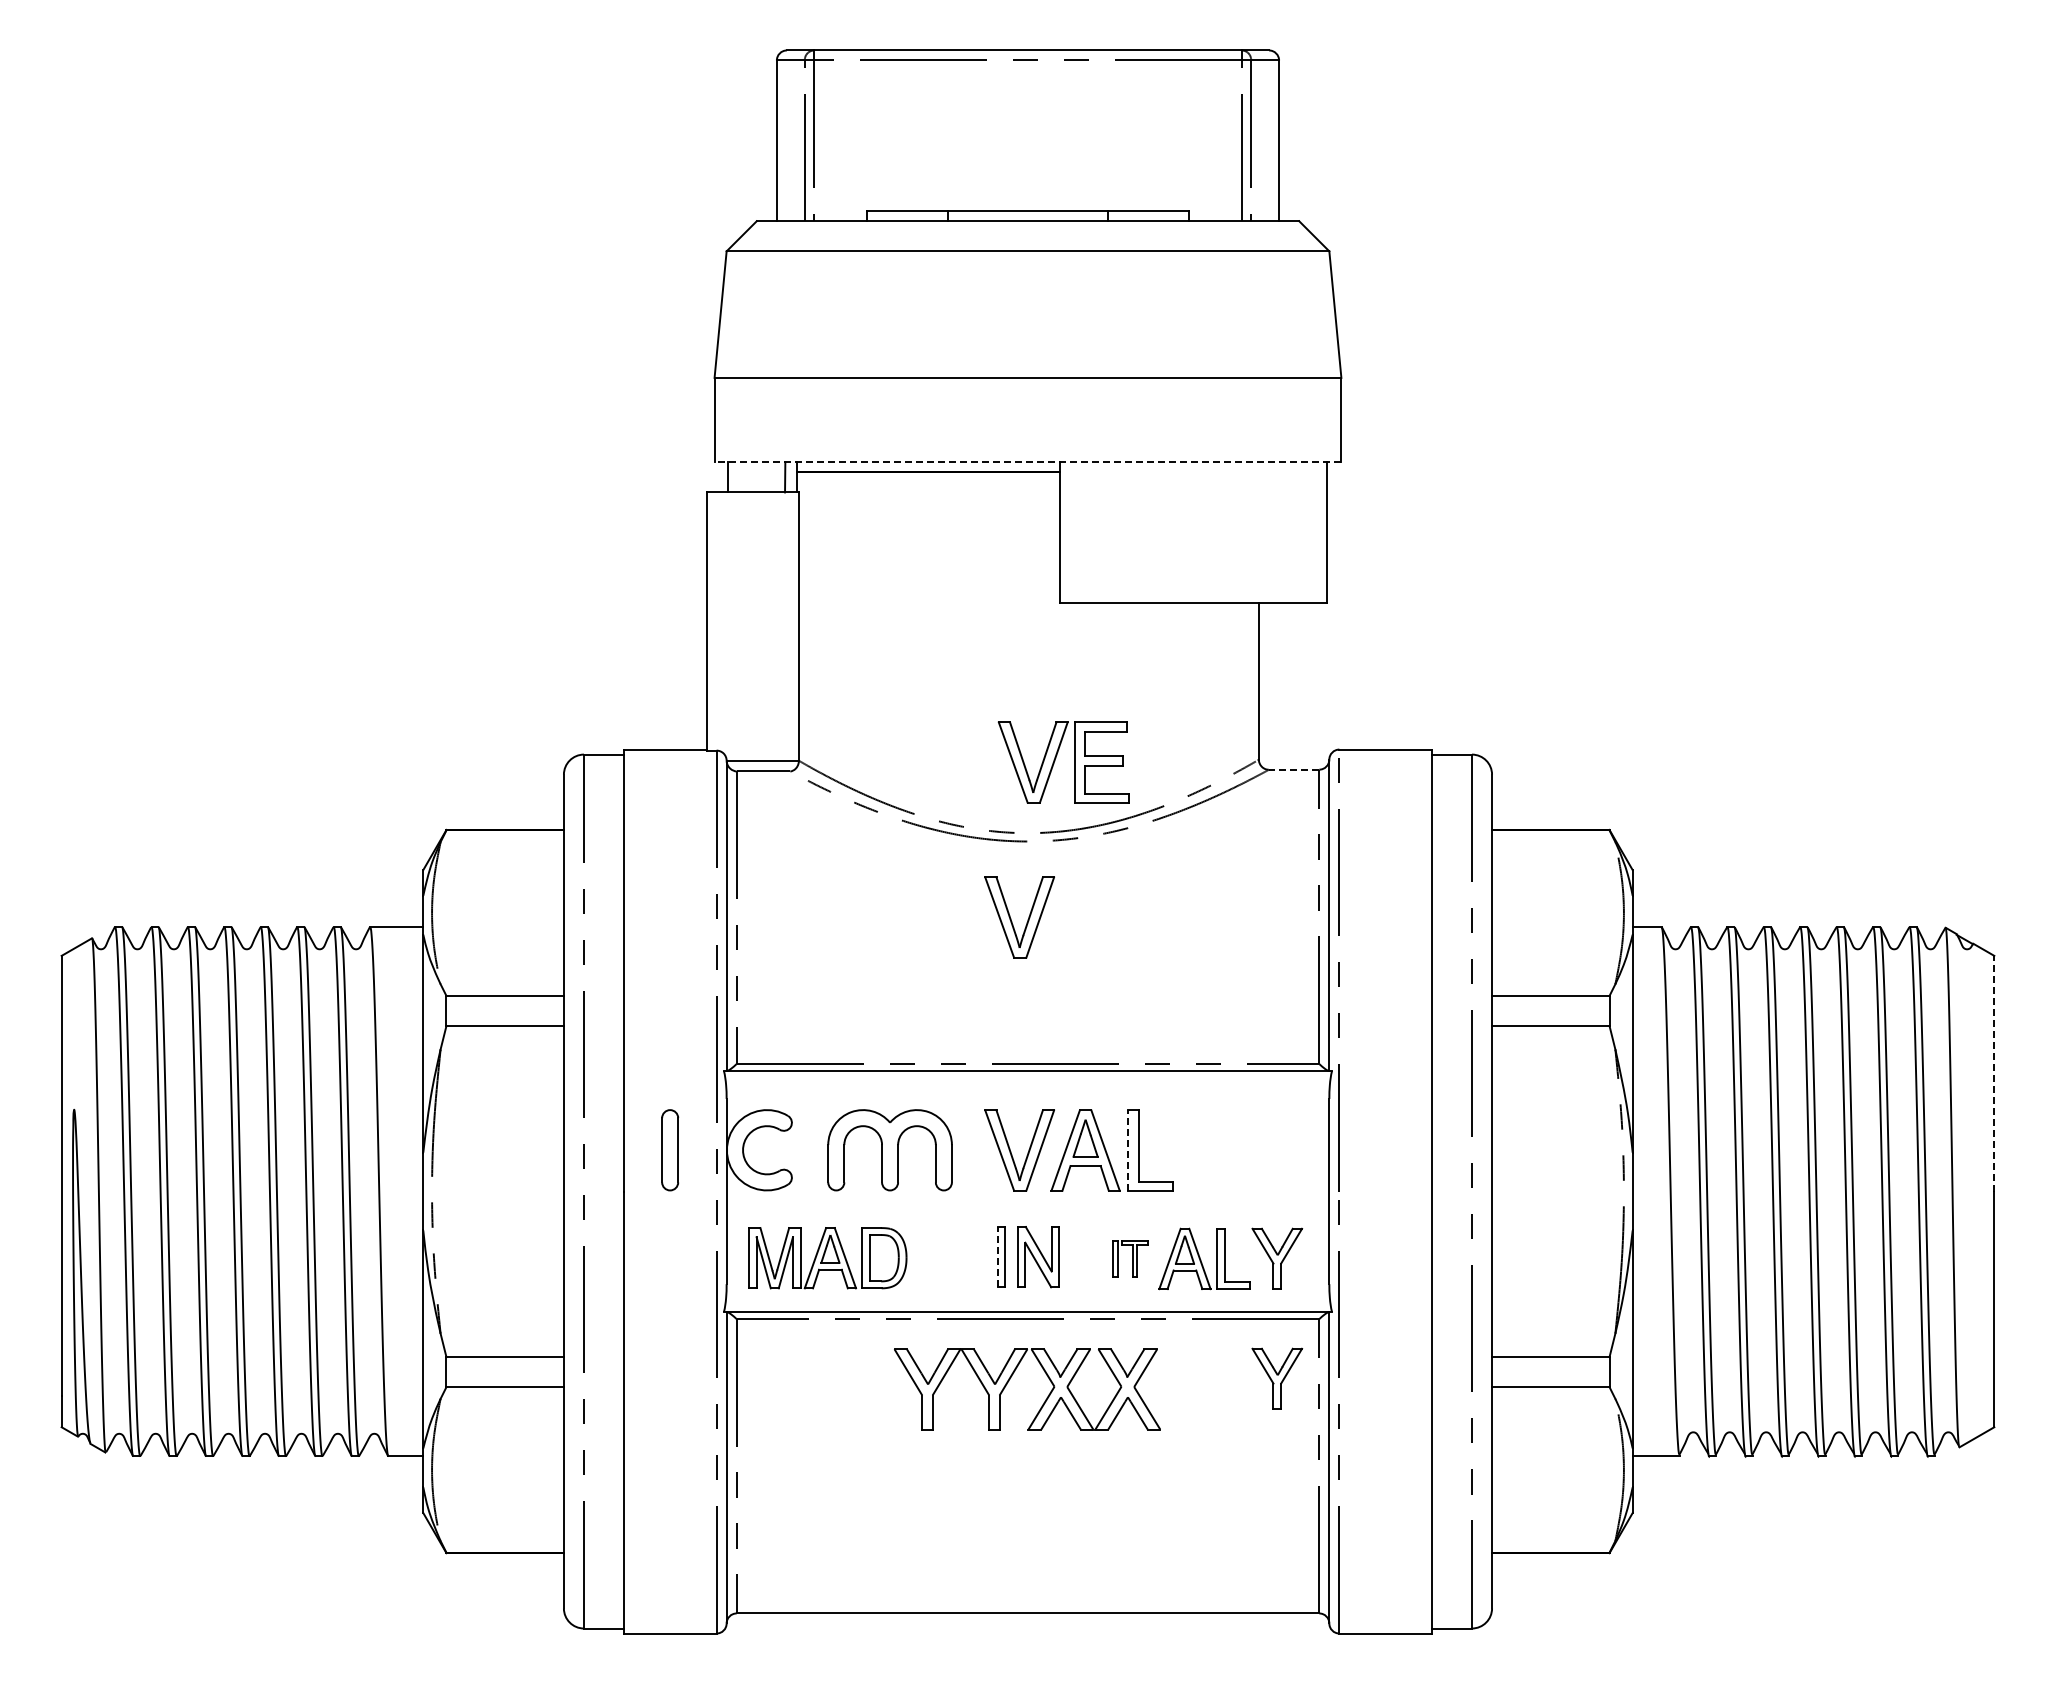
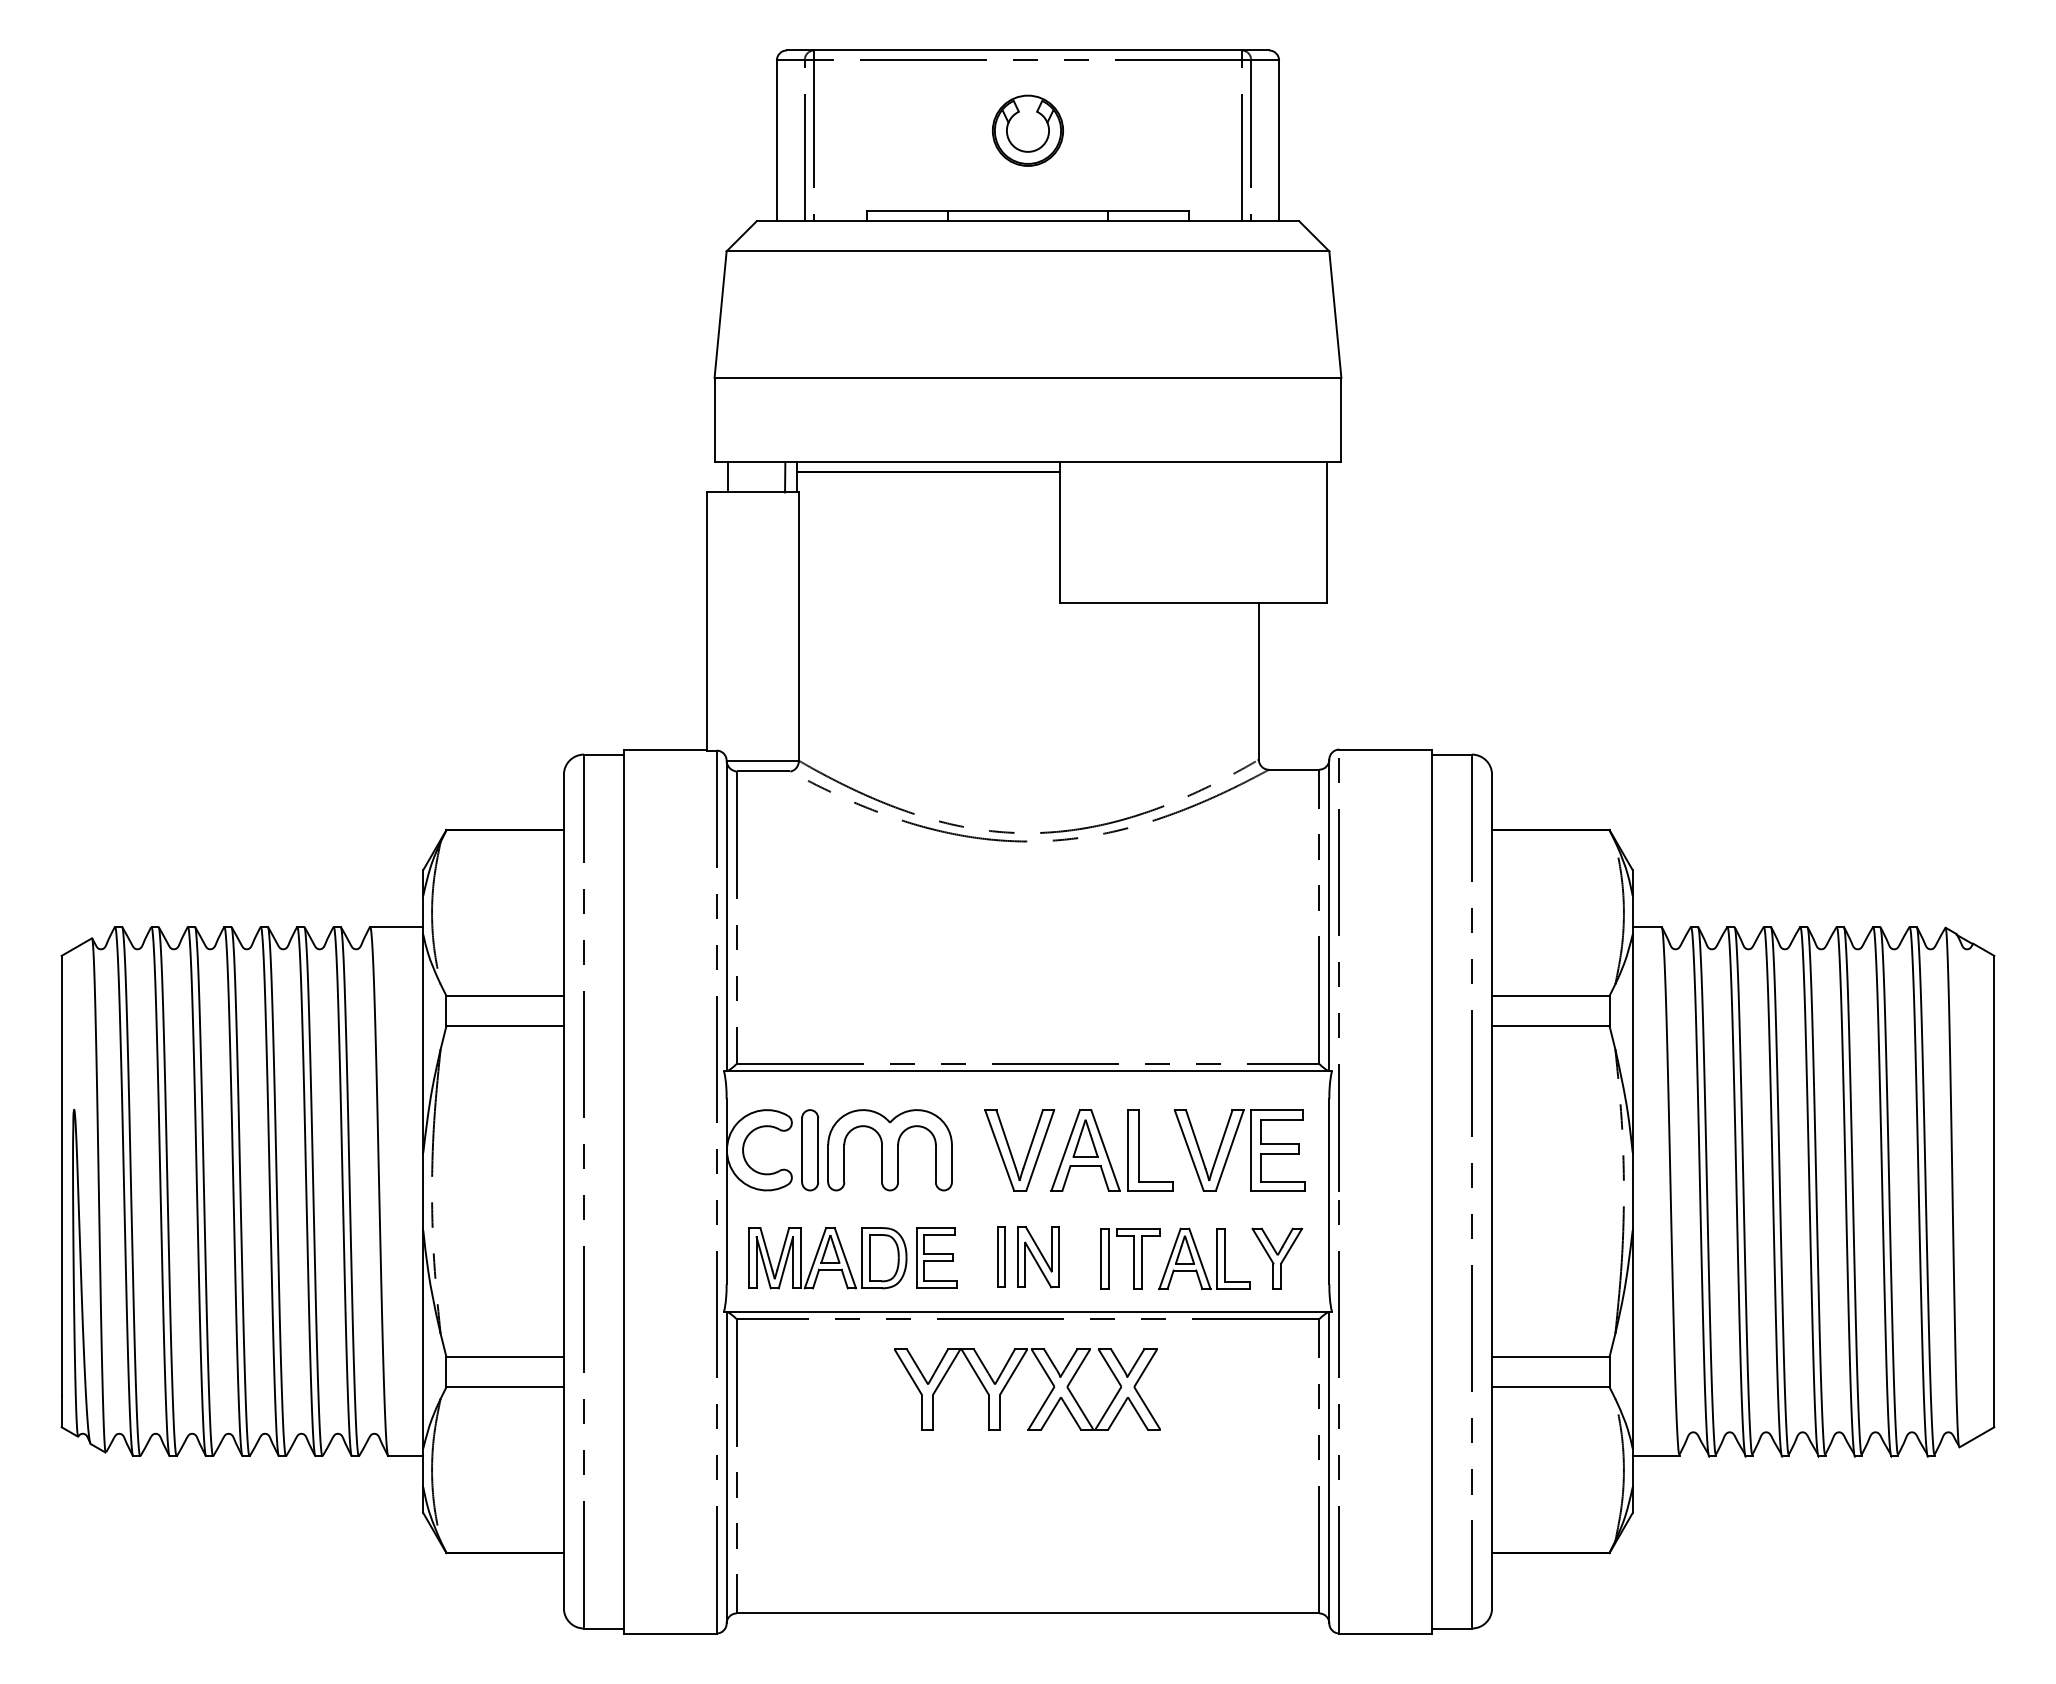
part at (1027, 130): none -> present
line at (1027, 462): dashed -> solid
part at (1056, 758) position: (1056, 758) -> (1232, 1146)
line at (1293, 769): dashed -> solid
part at (1011, 918): present -> none
line at (1994, 1073): dashed -> solid
part at (670, 1150) position: (670, 1150) -> (810, 1150)
line at (1128, 1150): dashed -> solid
line at (997, 1256): dashed -> solid
part at (936, 1257): none -> present
part at (1130, 1258) size: 37x38 px -> 61x62 px
part at (1277, 1378): present -> none
